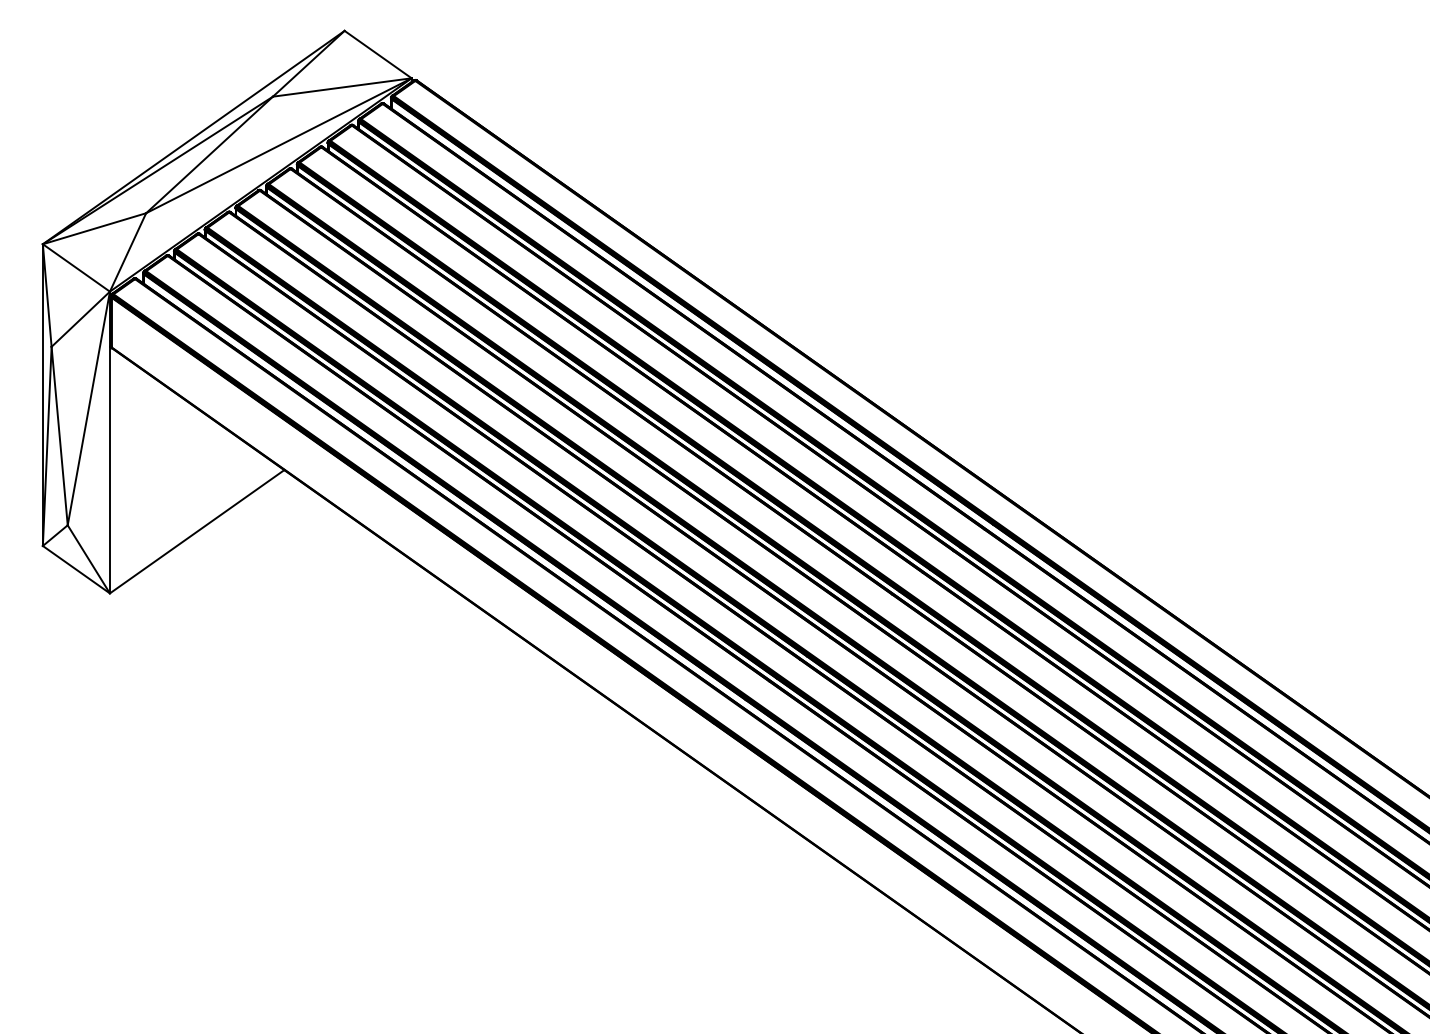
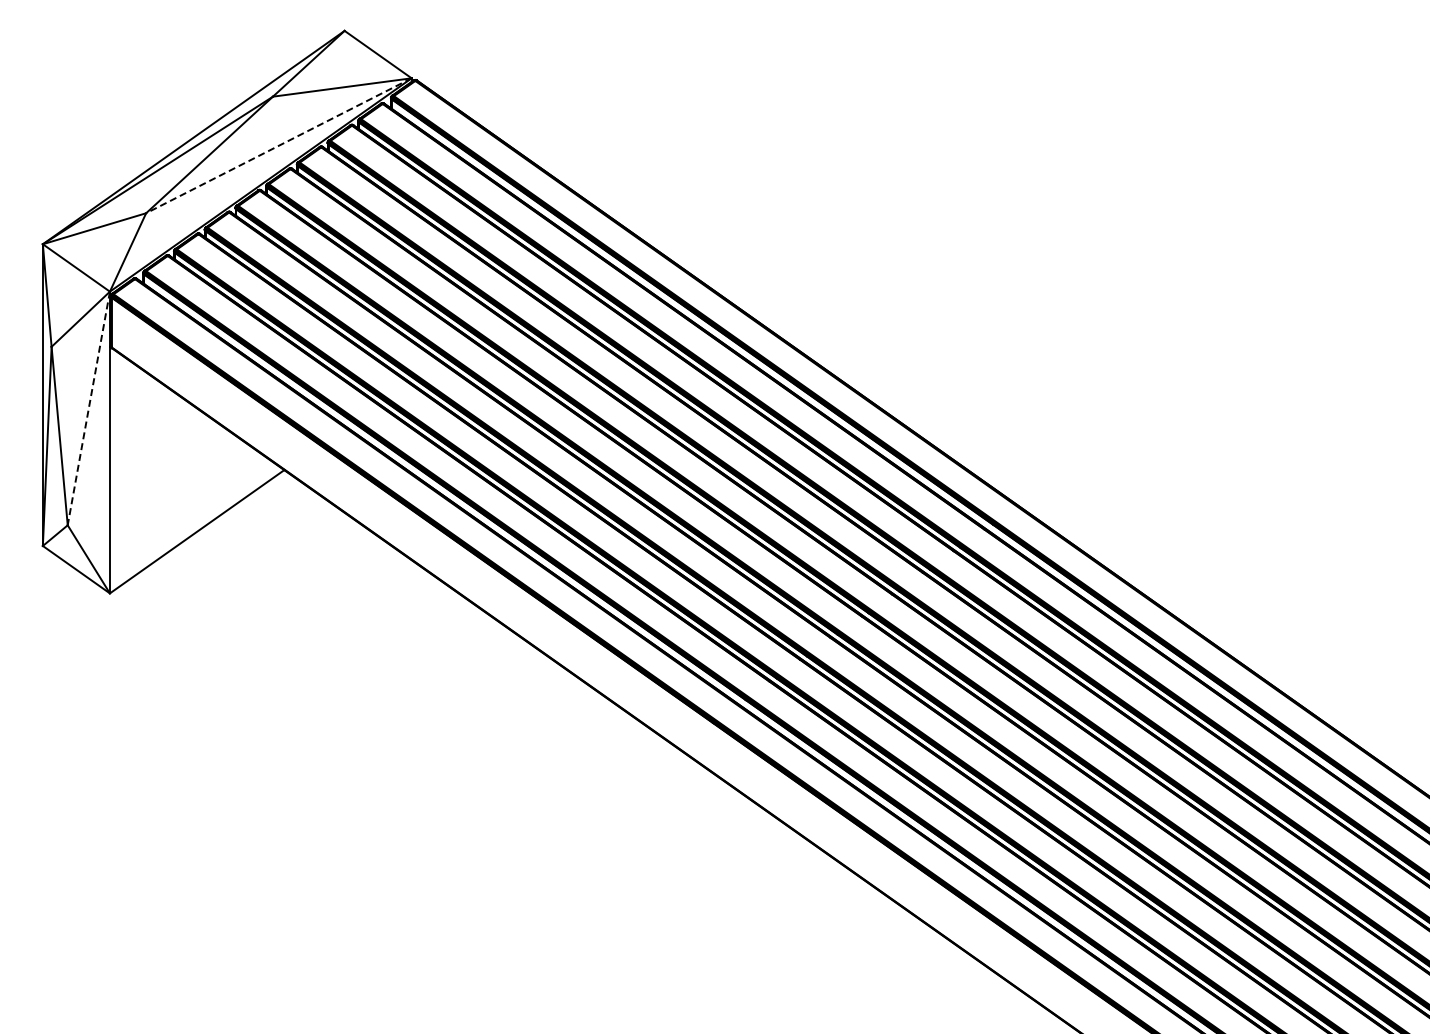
line at (278, 145): solid -> dashed
line at (88, 408): solid -> dashed
